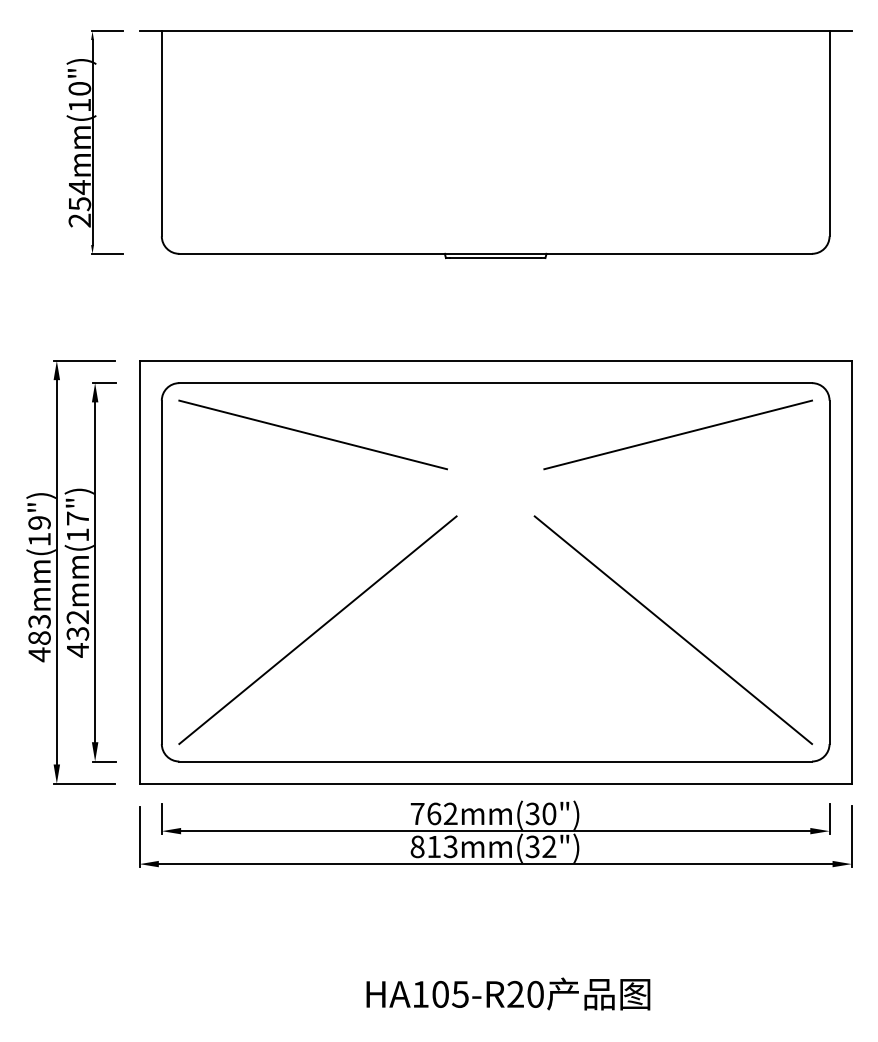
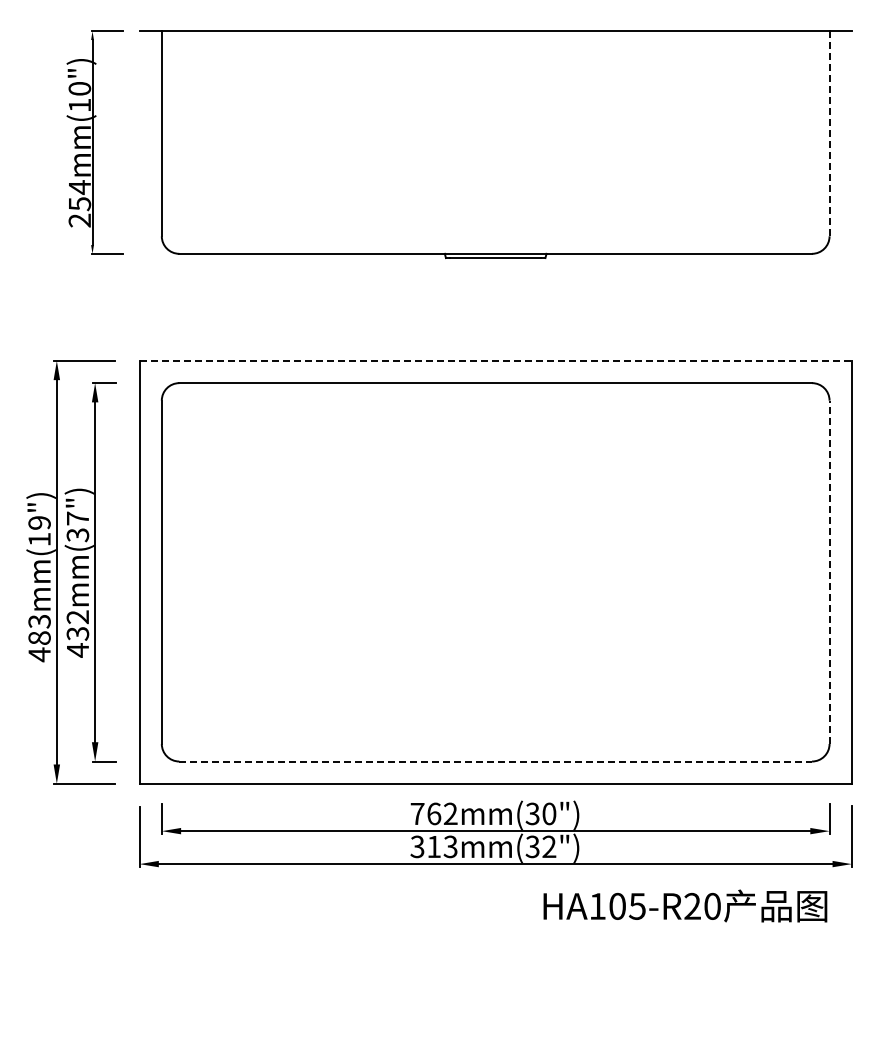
line at (829, 133): solid -> dashed
line at (496, 360): solid -> dashed
line at (313, 434): present -> none
line at (677, 434): present -> none
text at (77, 535): 432mm(17") -> 432mm(37")
line at (829, 572): solid -> dashed
line at (317, 630): present -> none
line at (673, 630): present -> none
line at (496, 761): solid -> dashed
text at (417, 846): 813mm(32") -> 313mm(32")
text at (508, 993) position: (508, 993) -> (685, 905)
